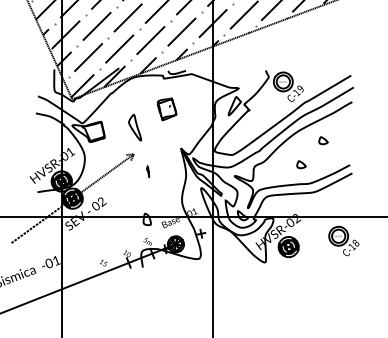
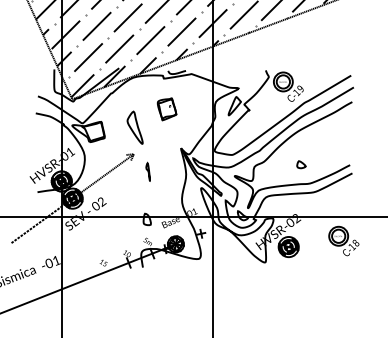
part at (135, 127) size: 15x28 px -> 18x35 px
part at (323, 140): present -> none
part at (148, 171) size: 5x14 px -> 6x21 px
